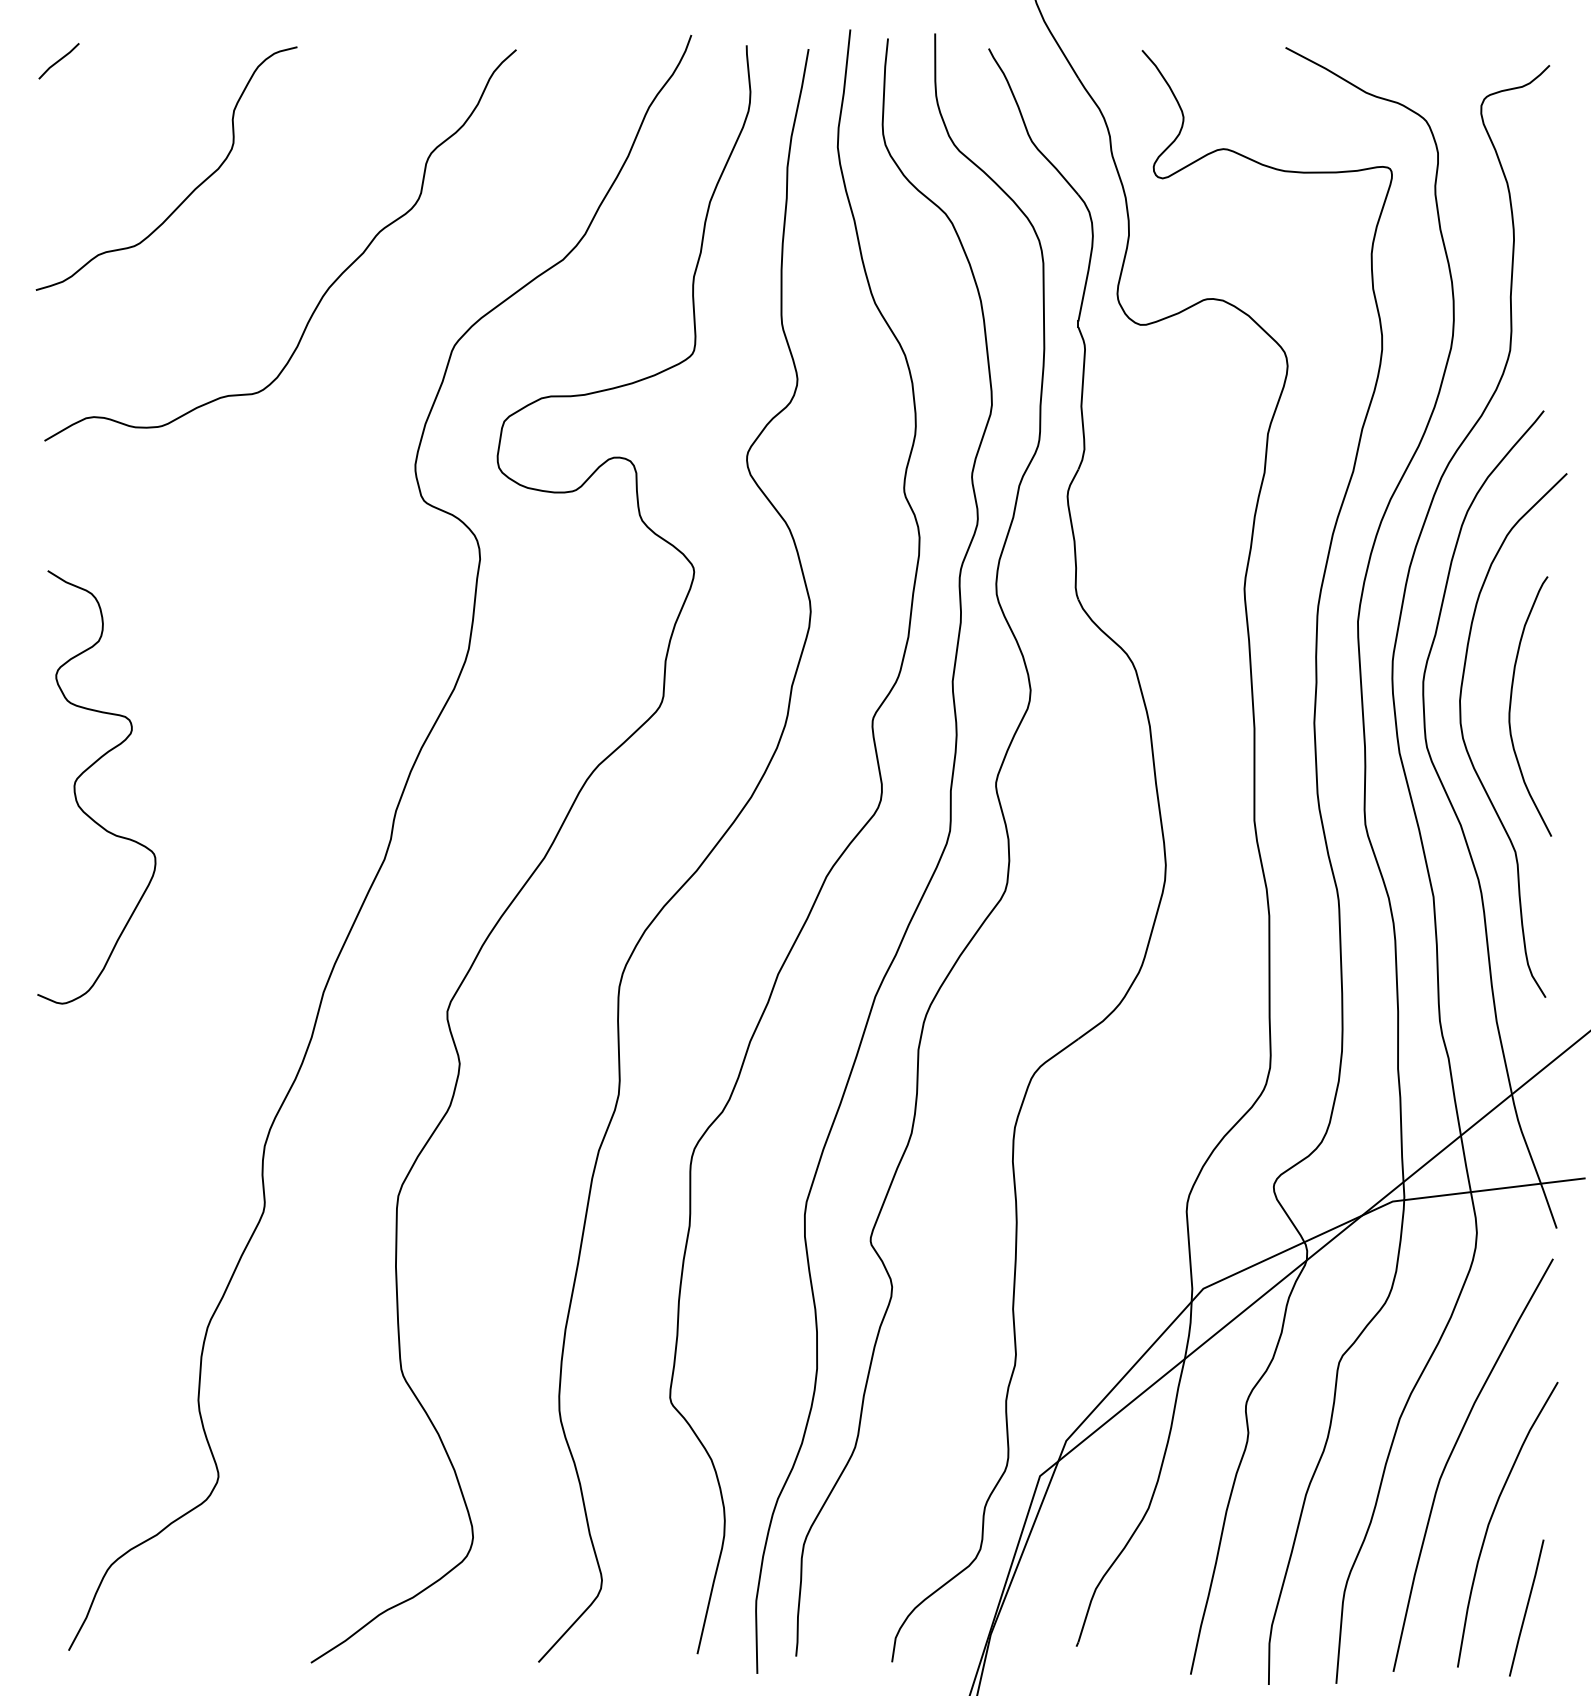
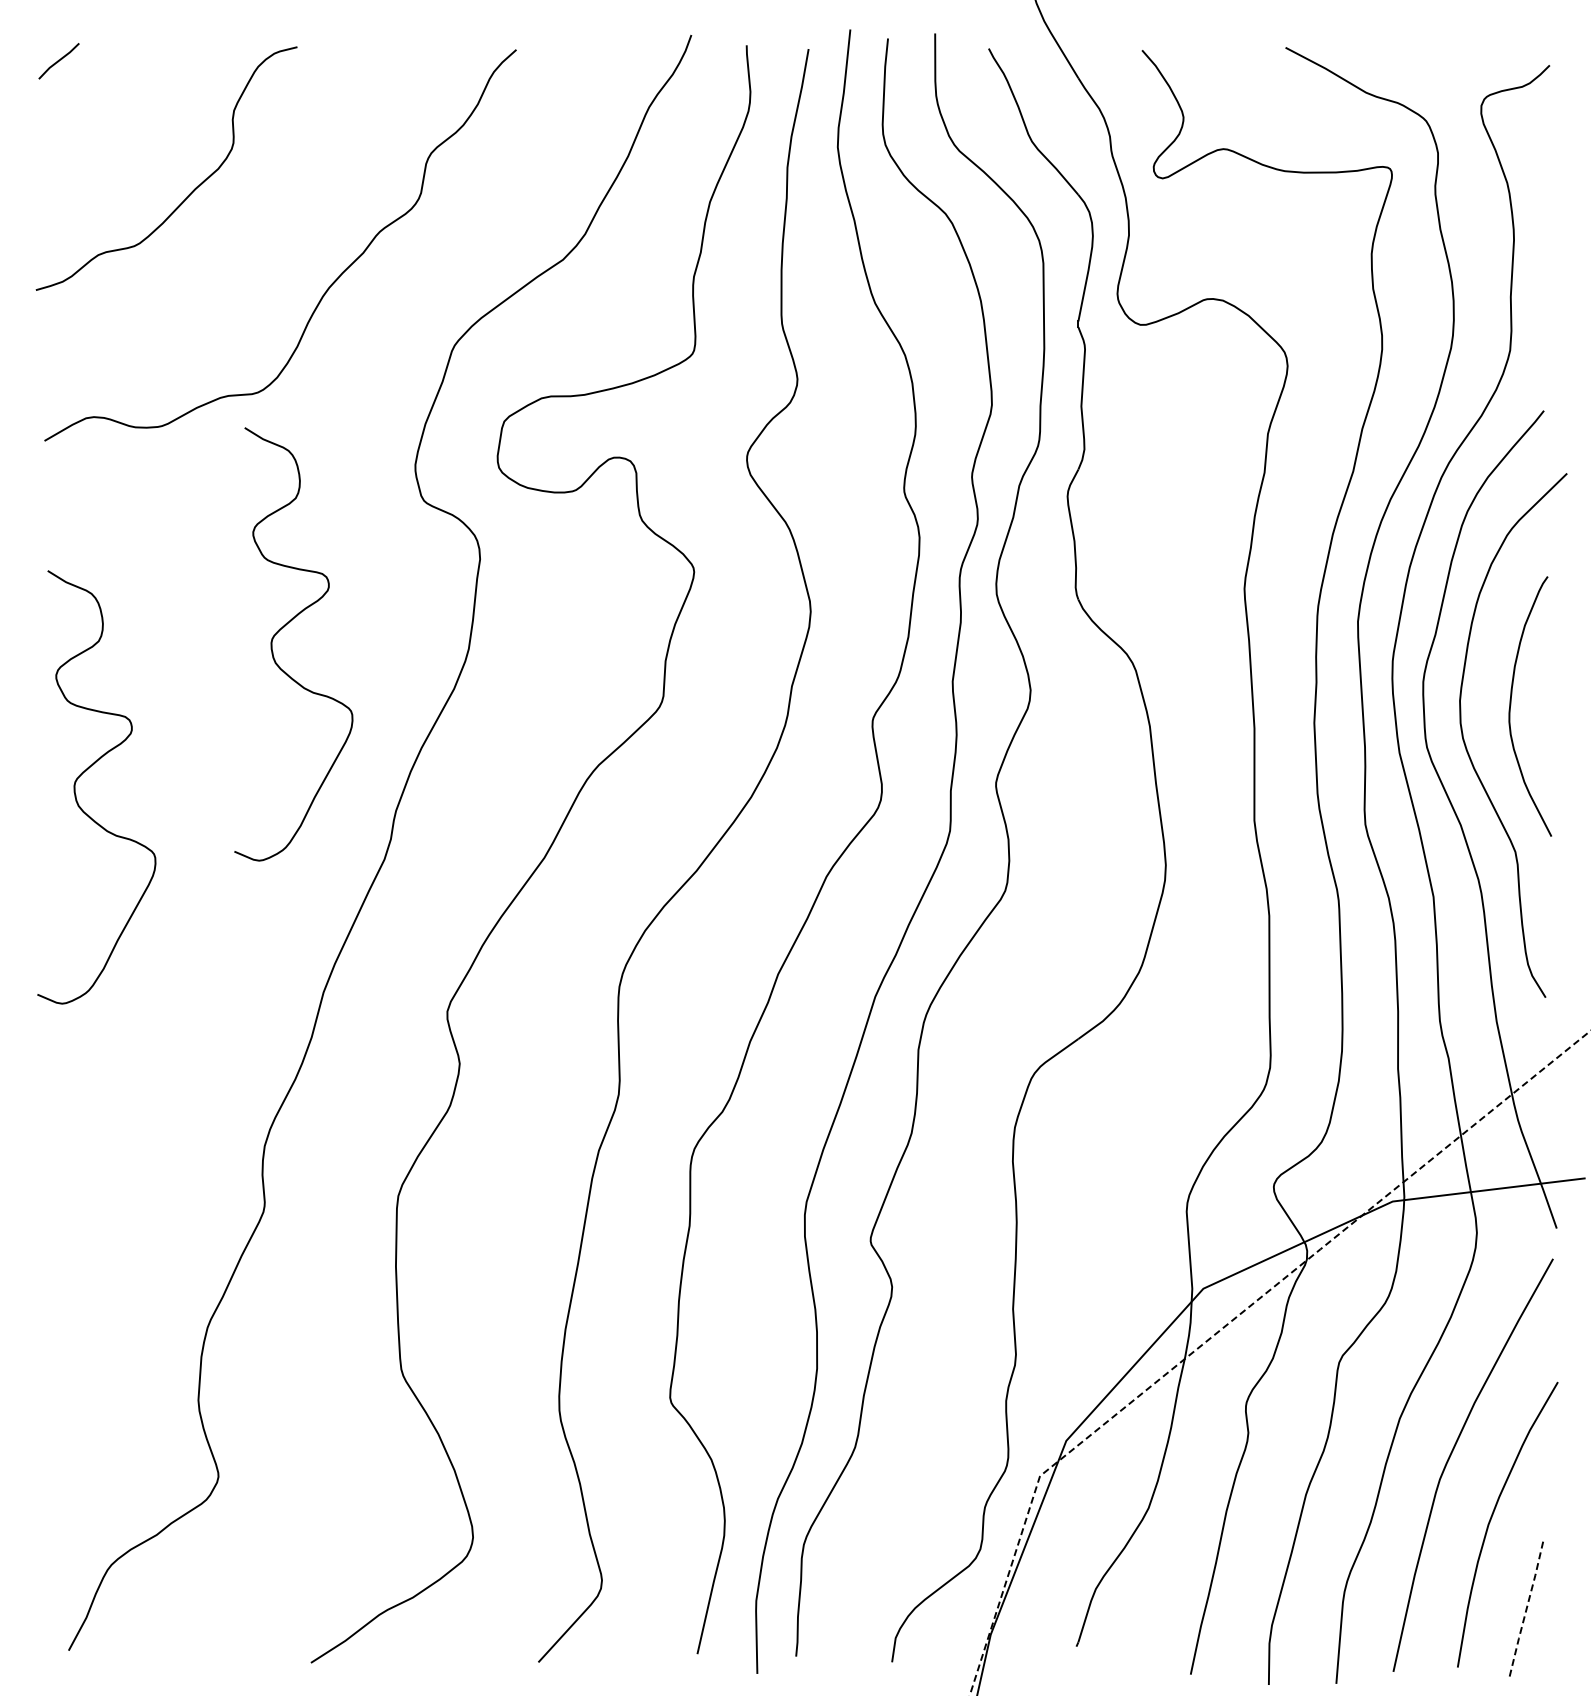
curve at (283, 628): none -> present
line at (1225, 1325): solid -> dashed
line at (1526, 1607): solid -> dashed
